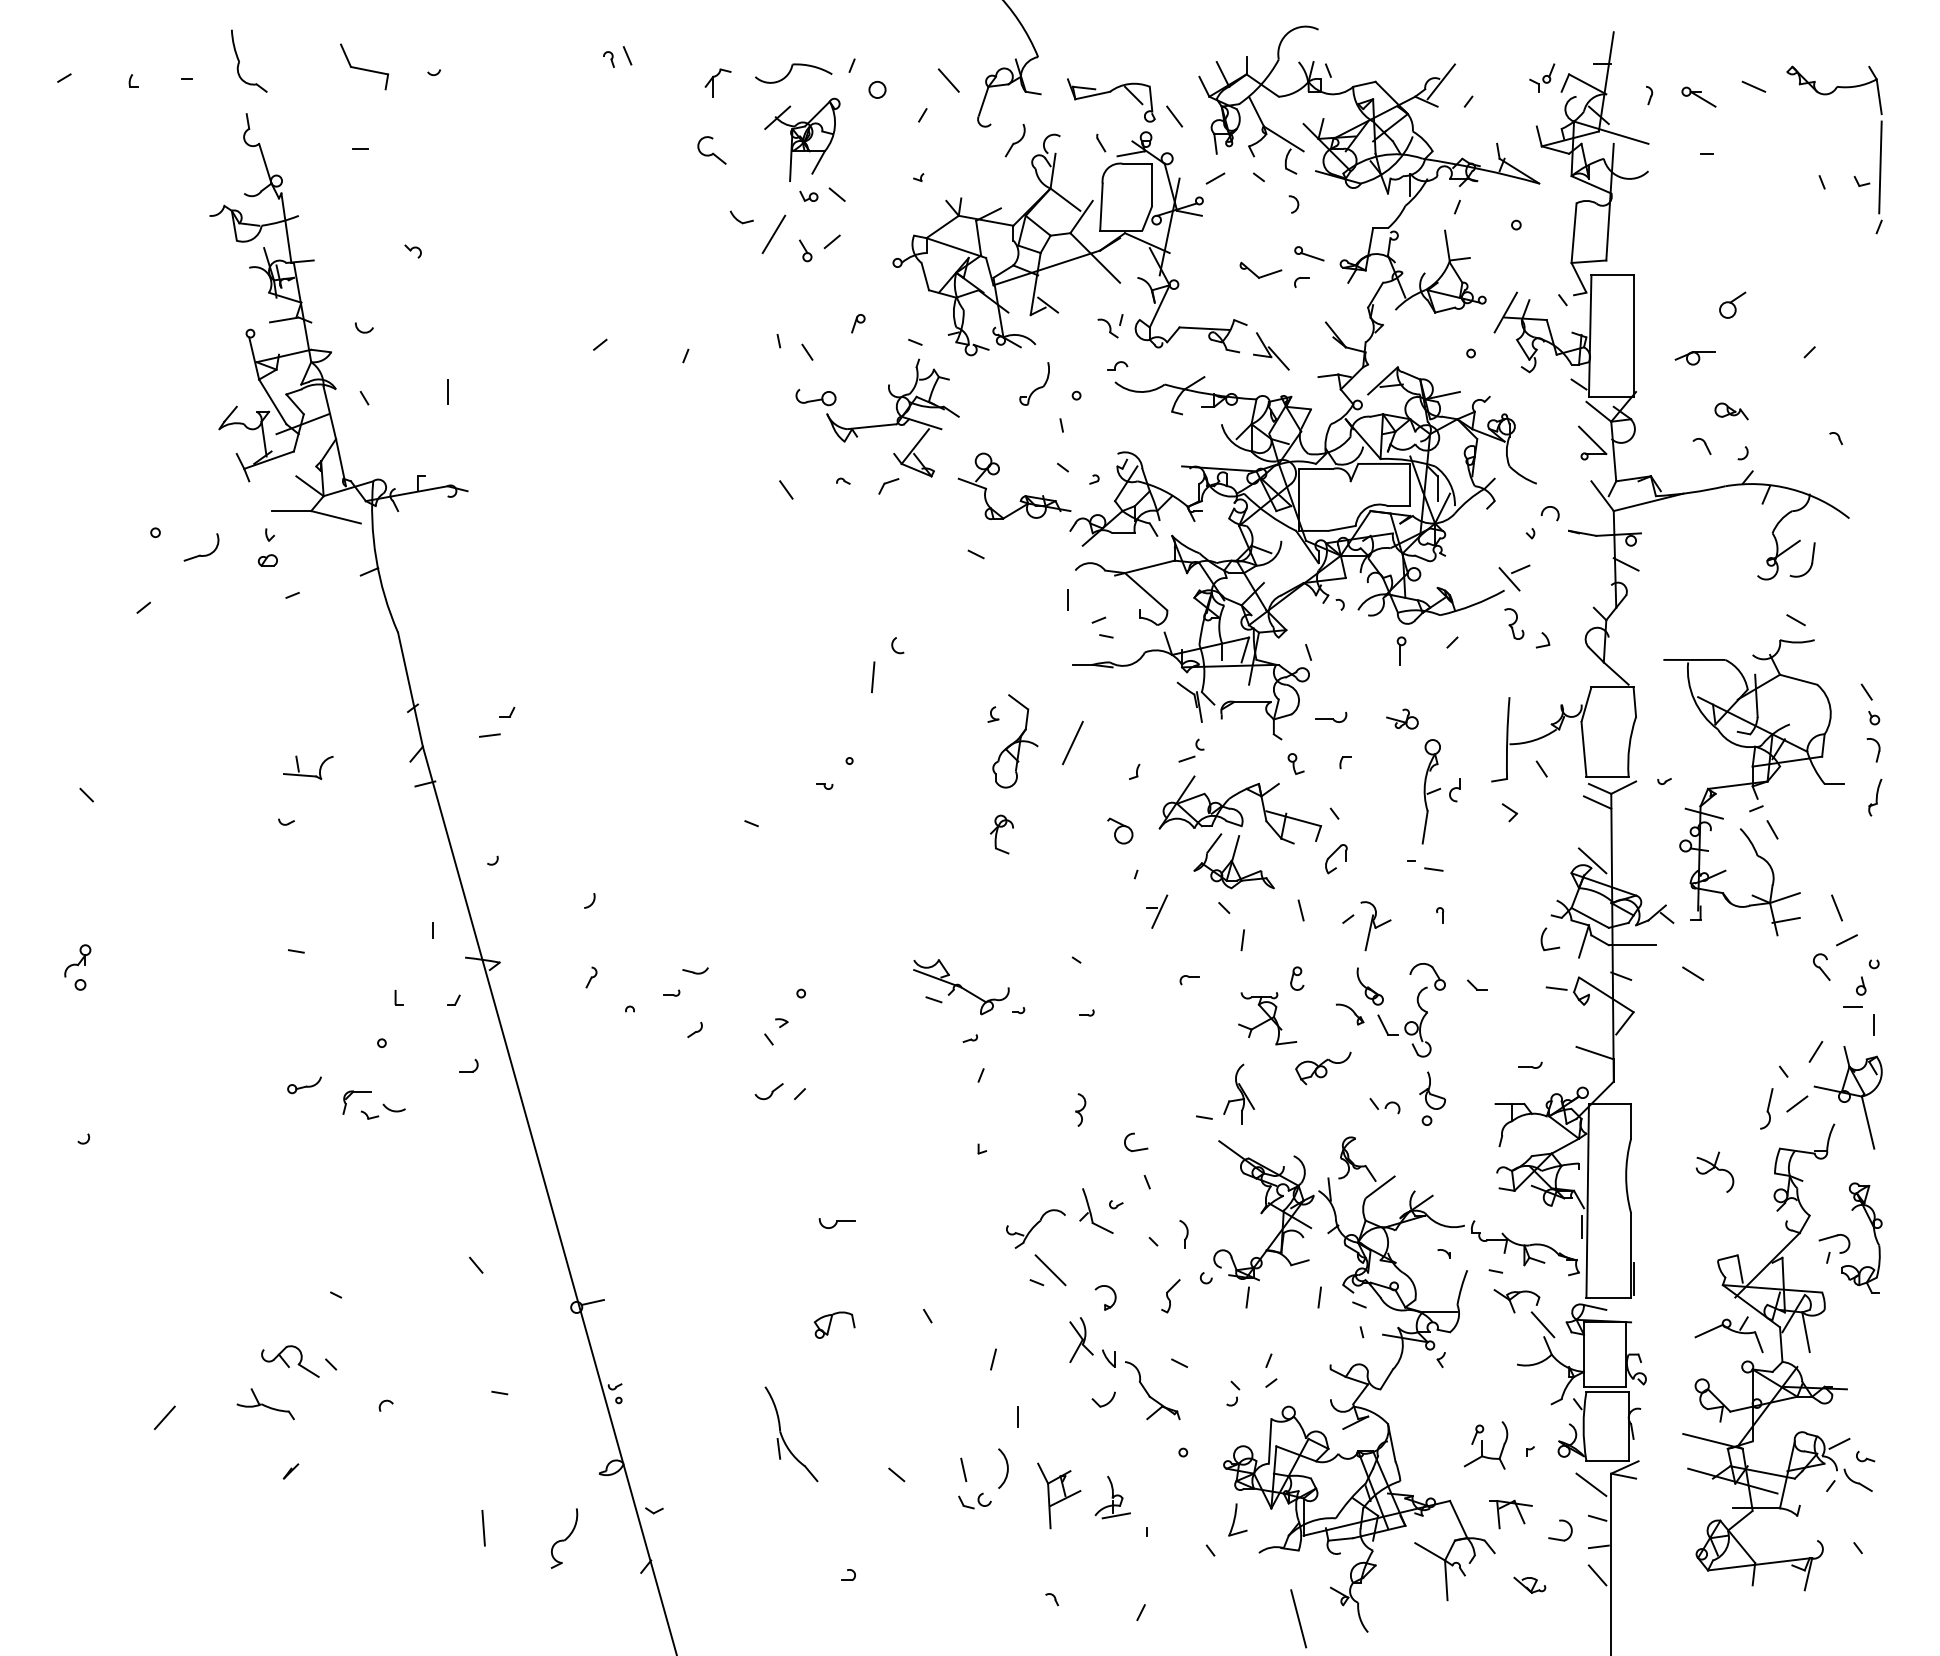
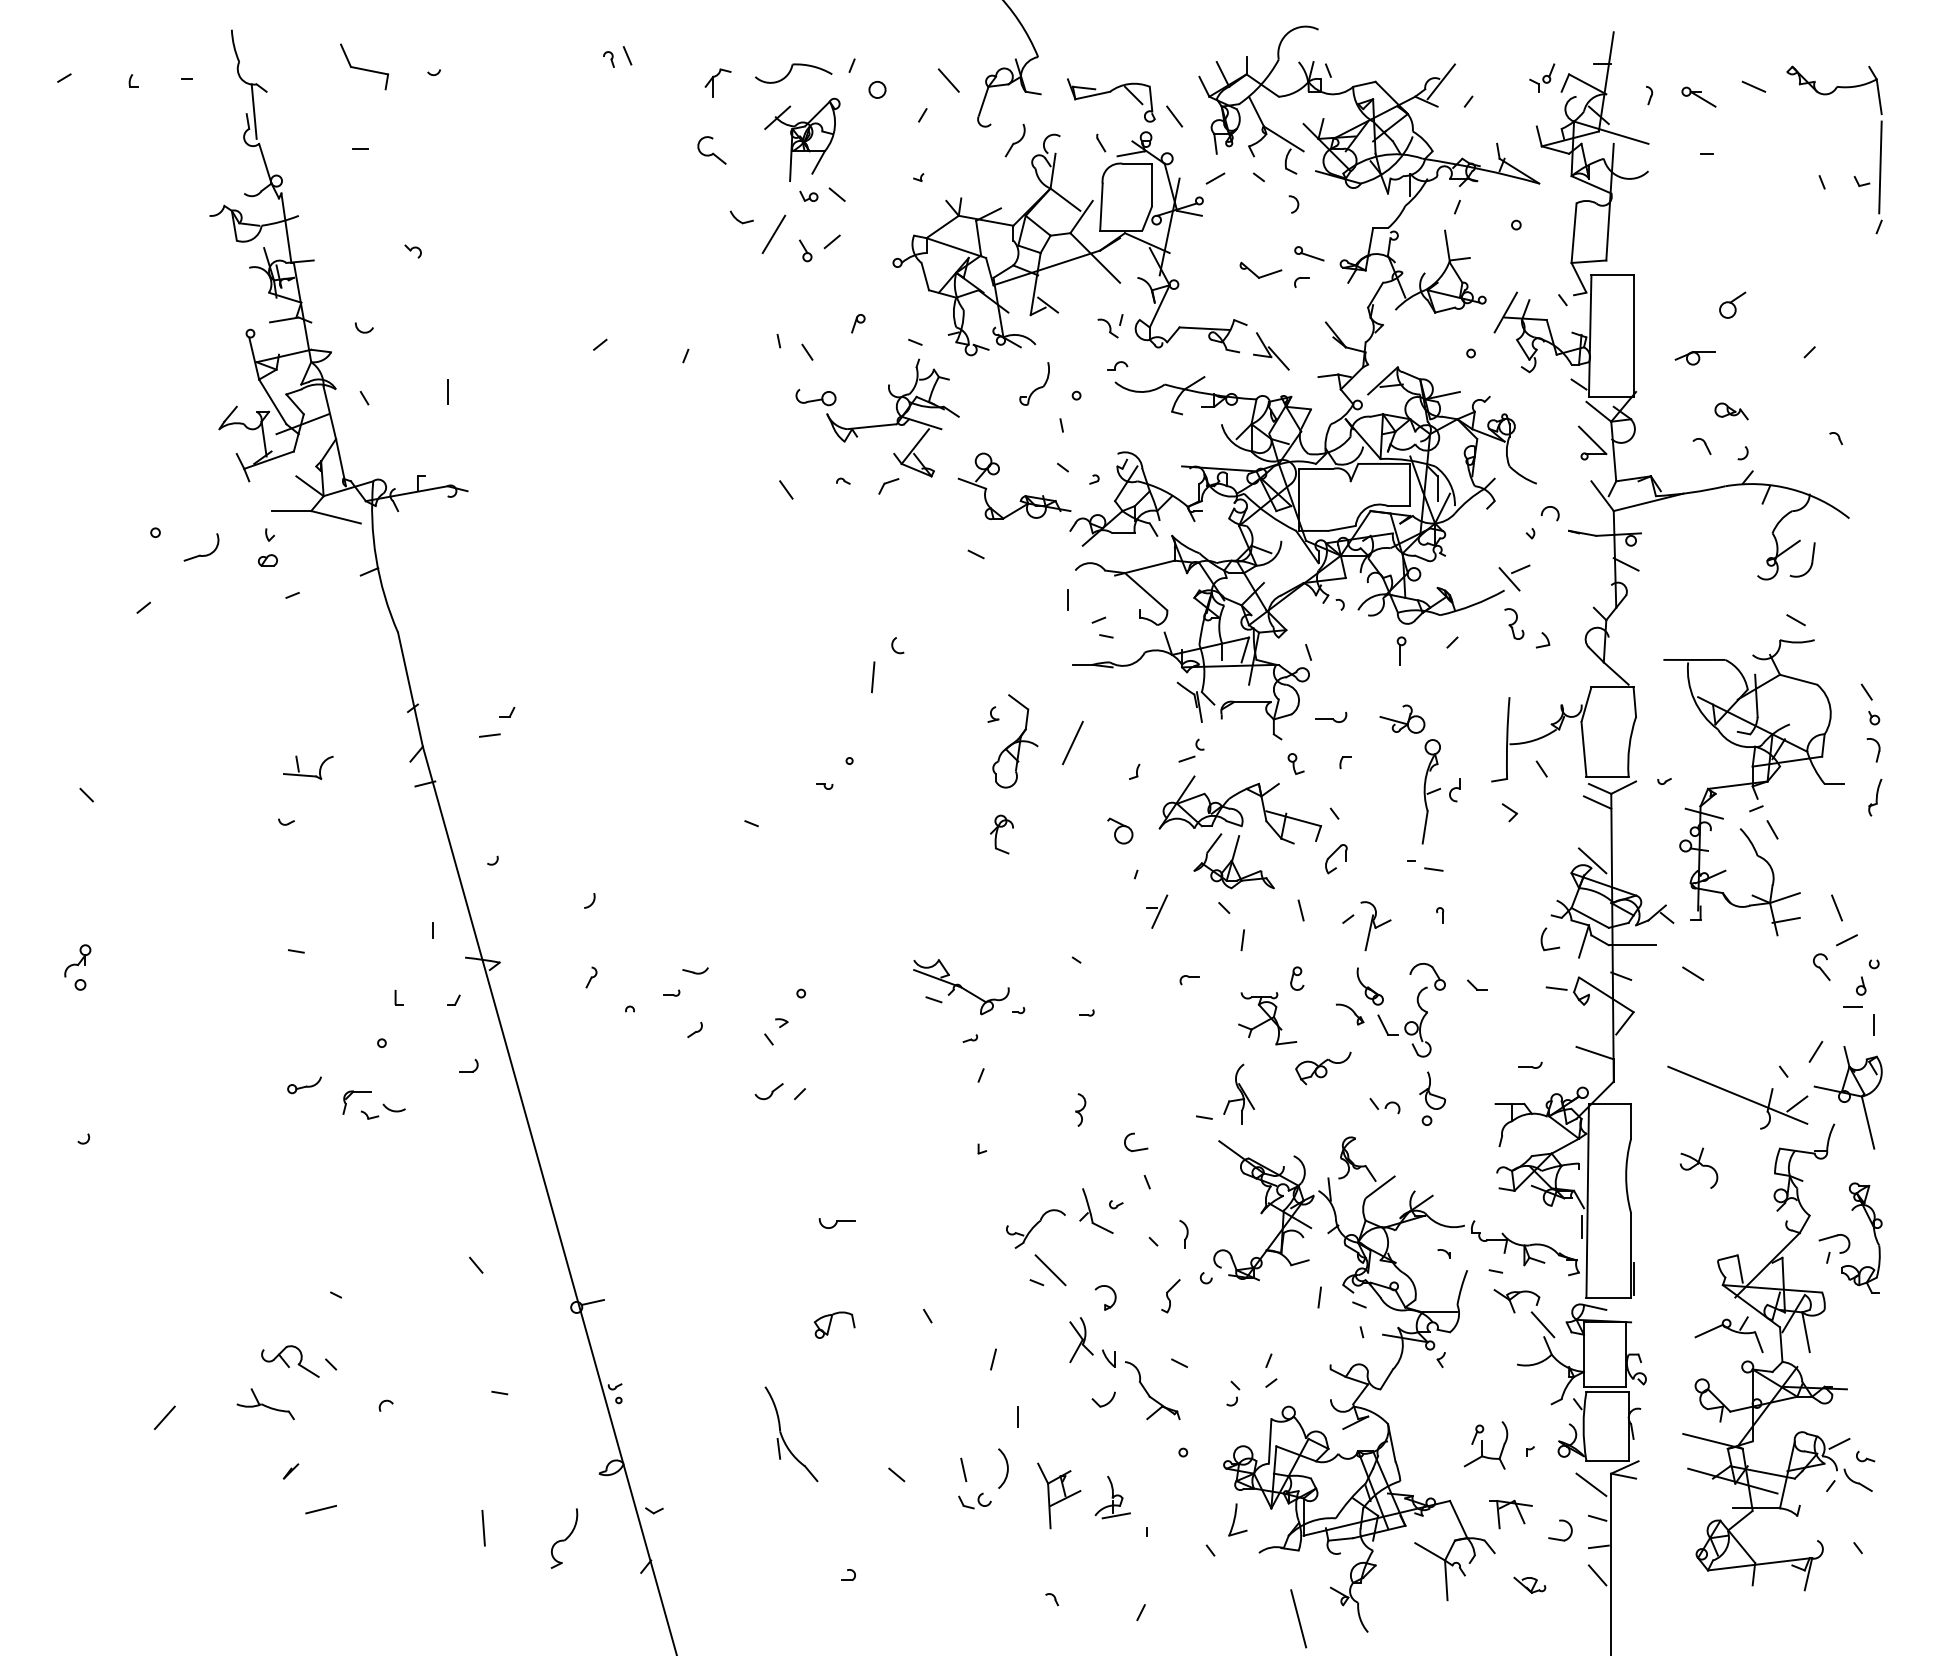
line at (253, 111): none -> present
part at (1402, 718) size: 33x22 px -> 47x30 px
line at (1737, 1094): none -> present
part at (1714, 1171) position: (1714, 1171) -> (1698, 1167)
line at (1247, 1297): present -> none
line at (321, 1509): none -> present
